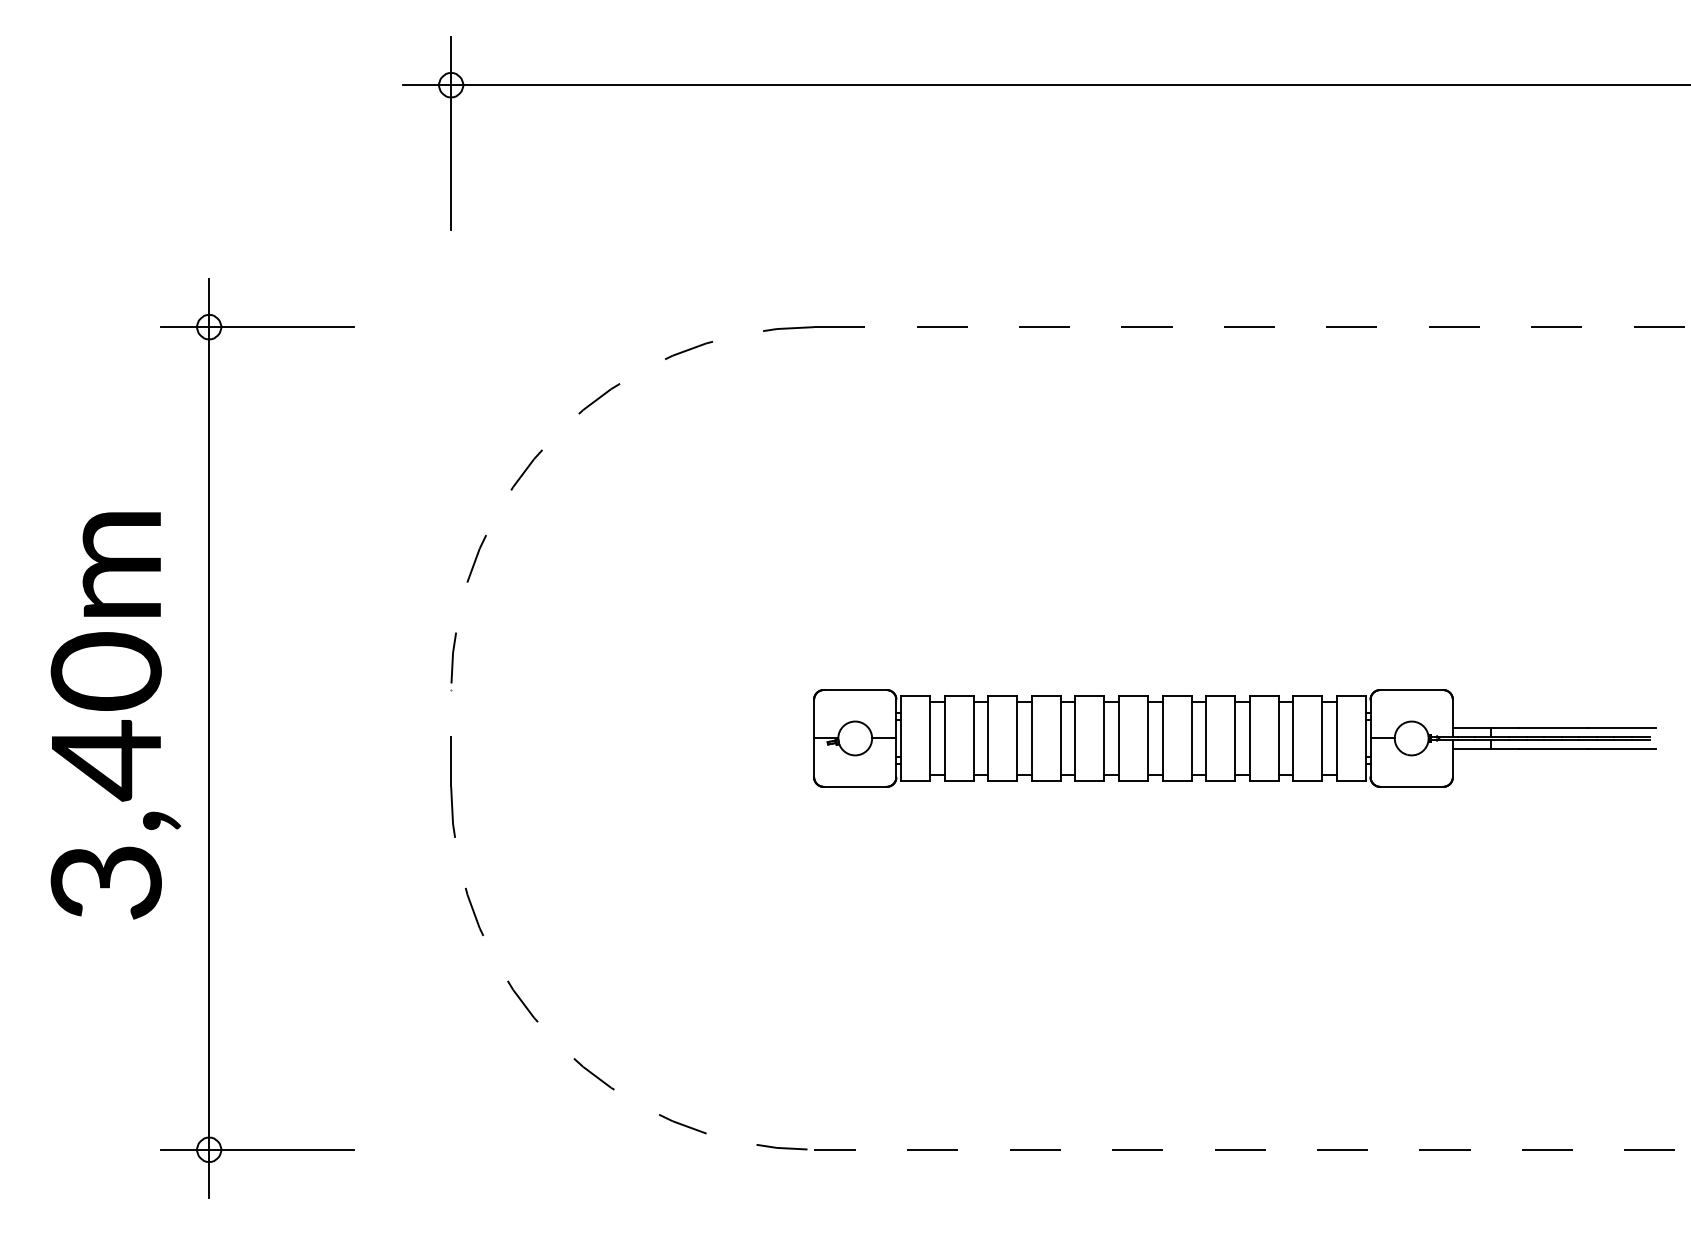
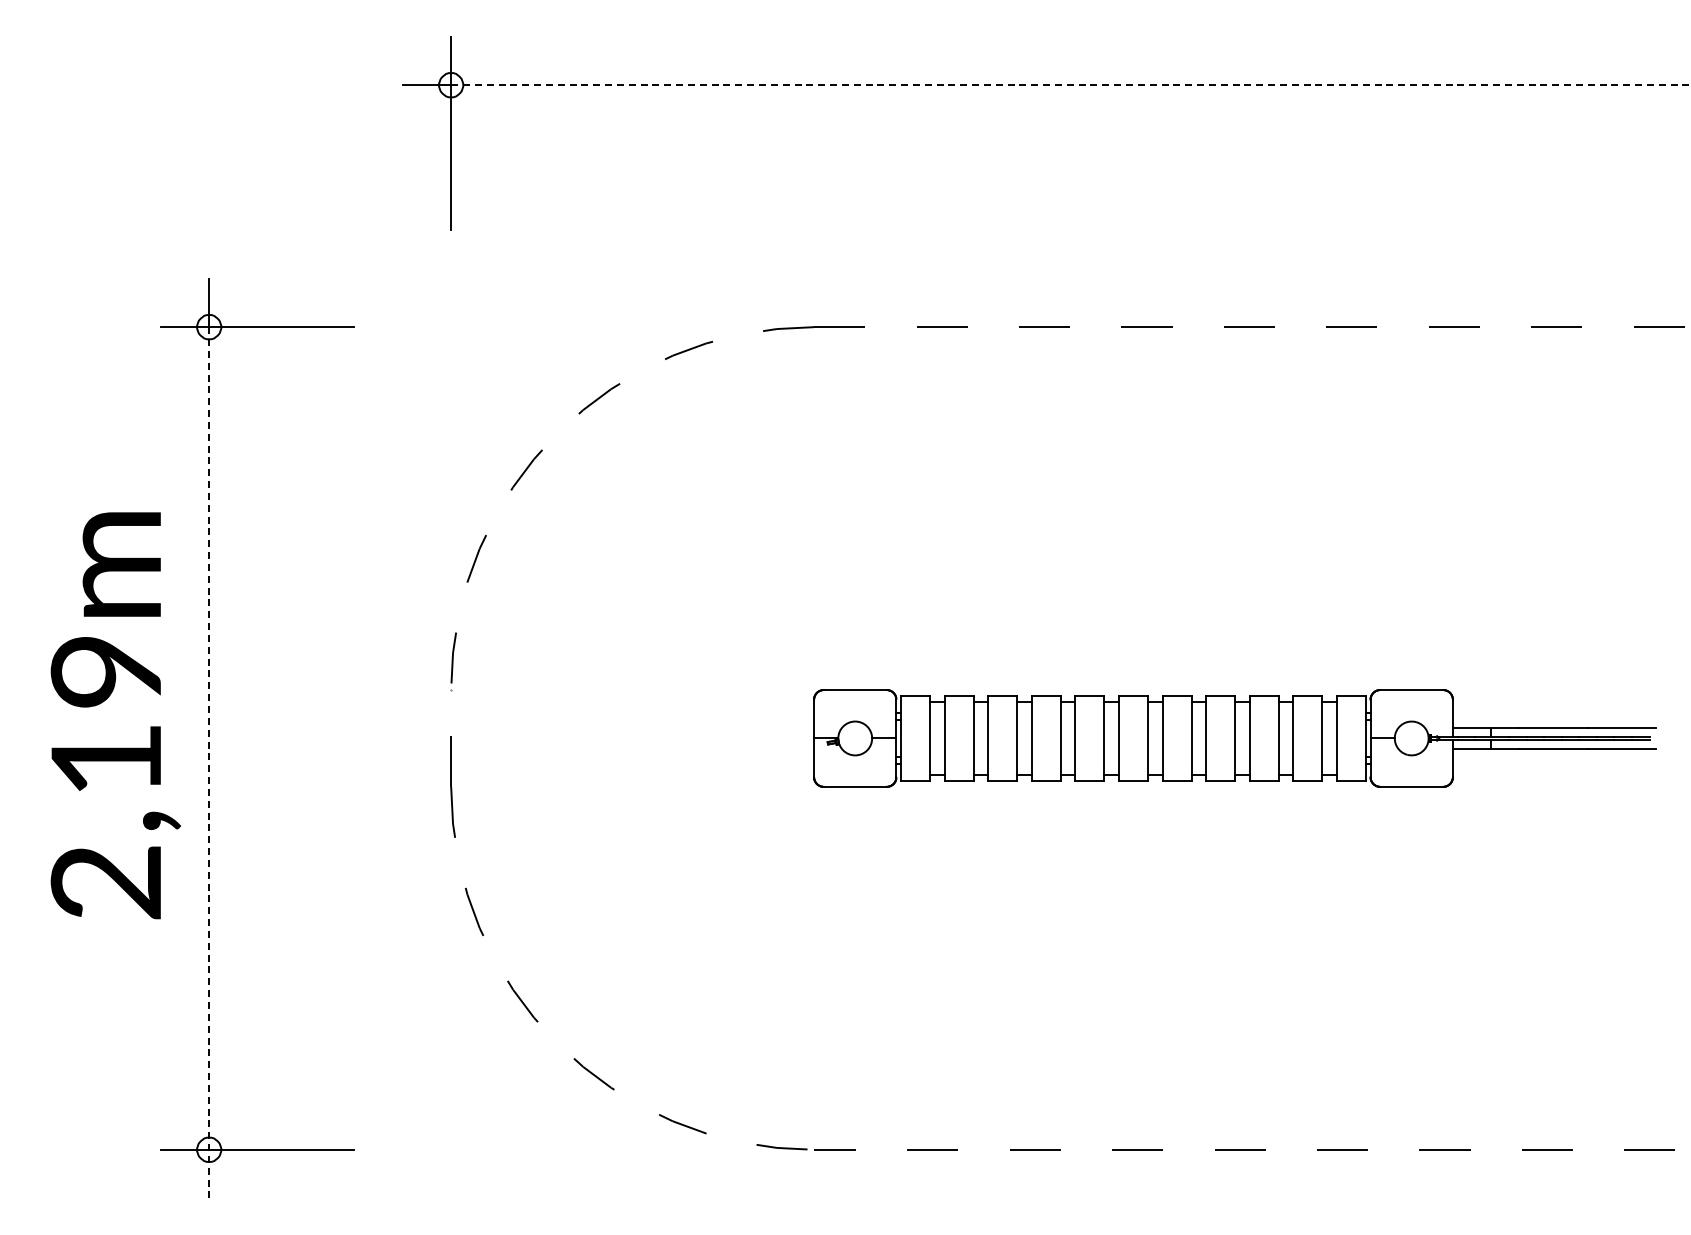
line at (1071, 85): solid -> dashed
line at (209, 762): solid -> dashed
text at (106, 775): 3,40m -> 2,19m
